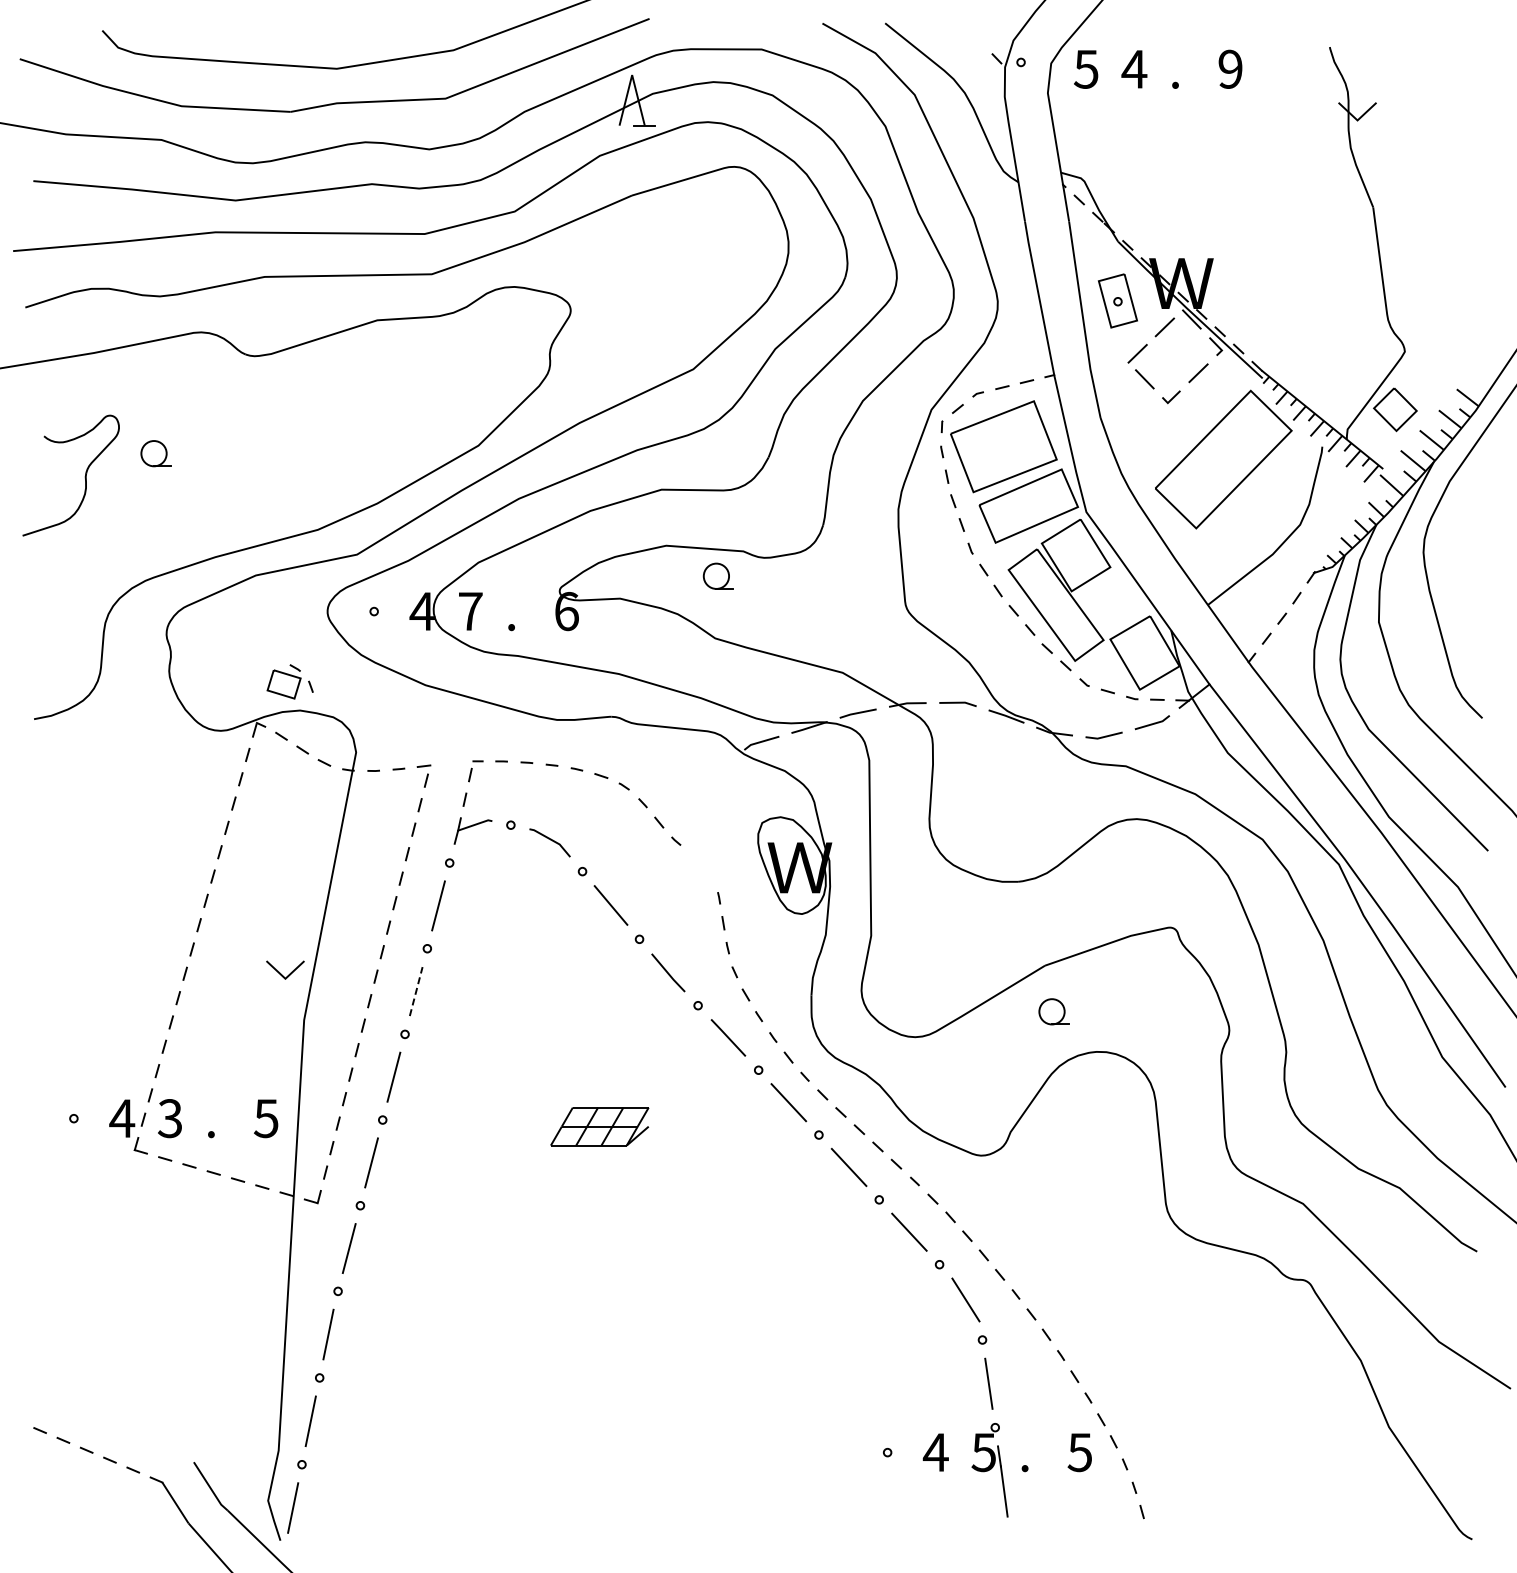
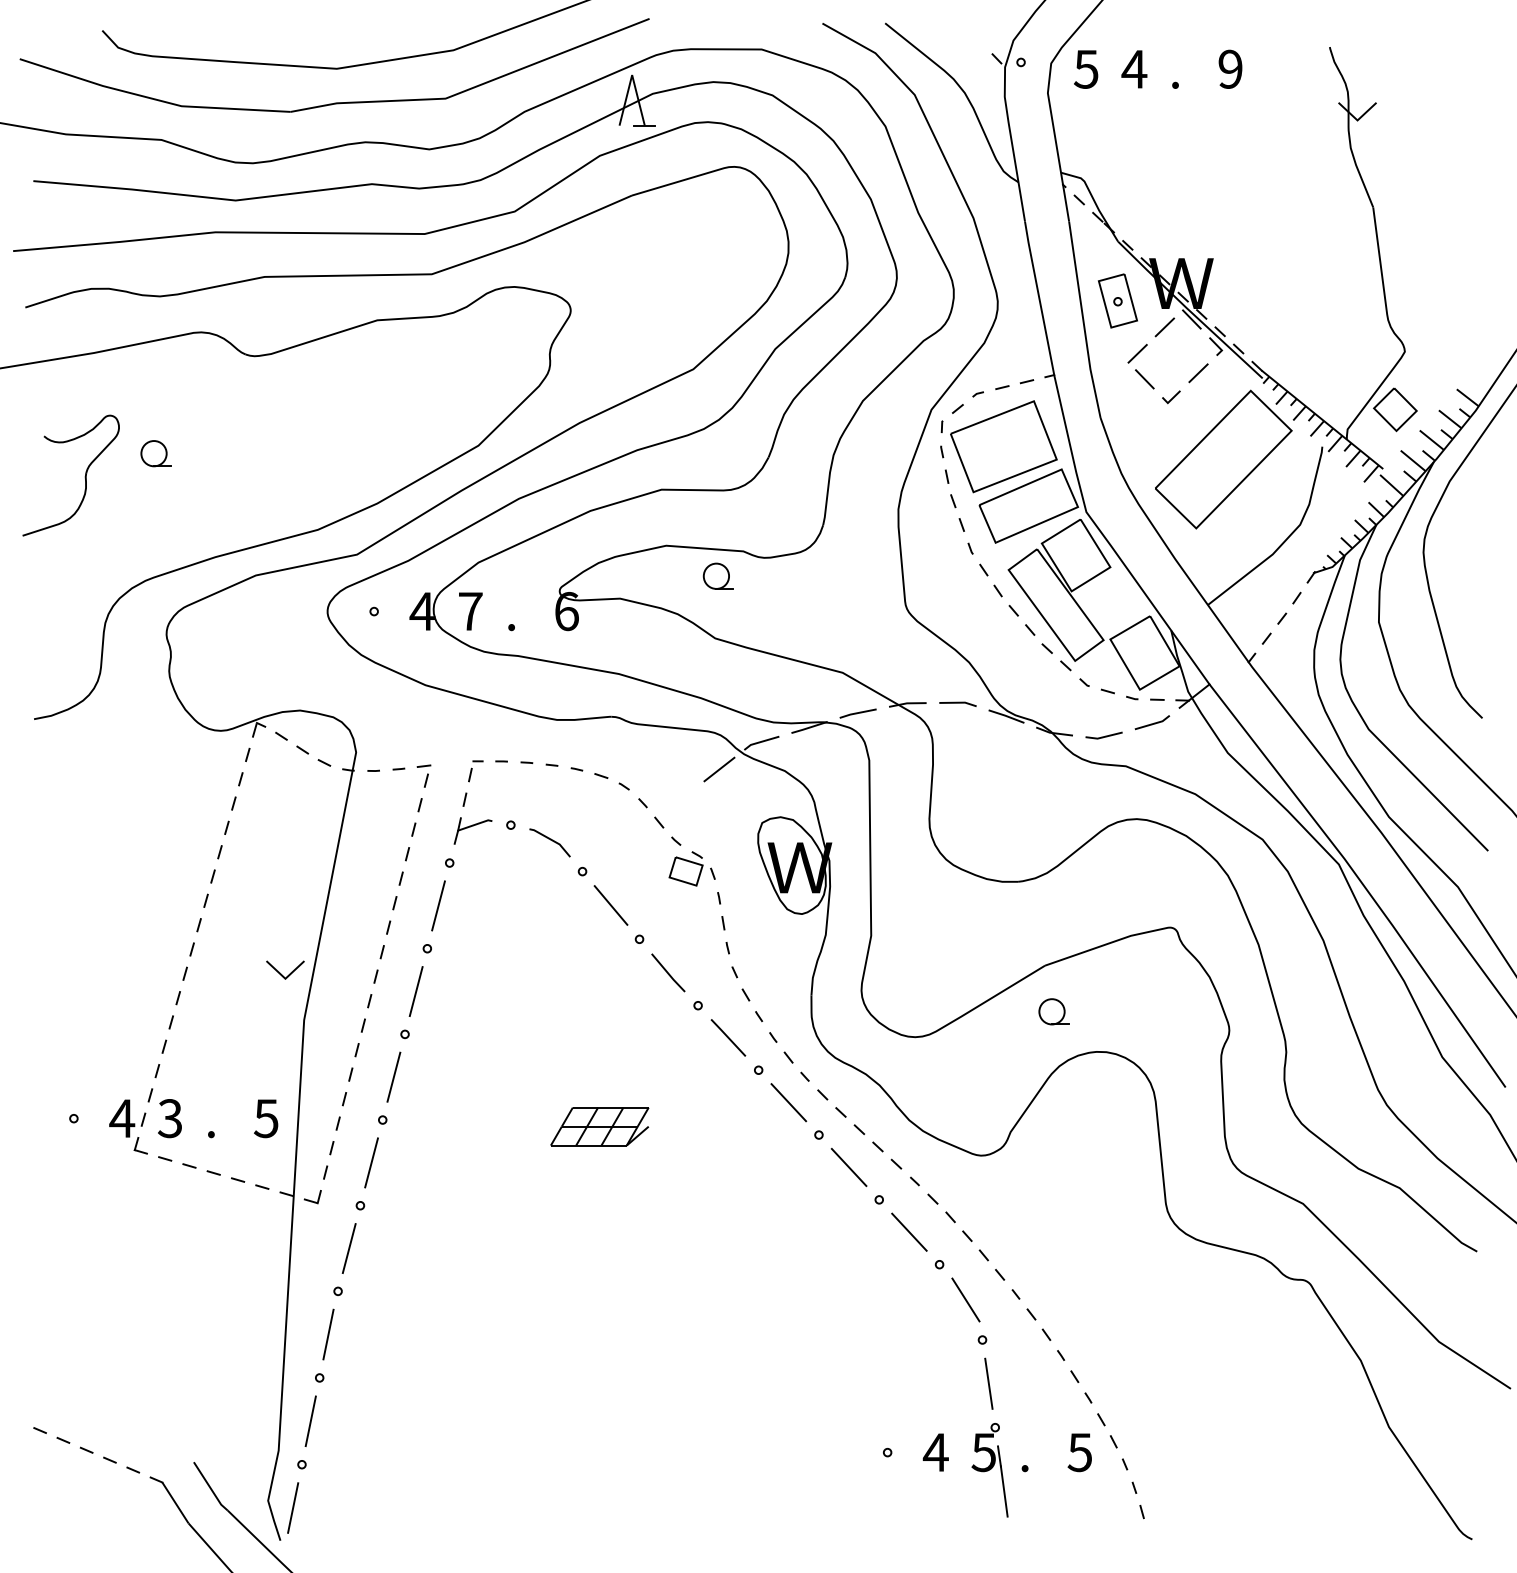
part at (289, 681) position: (289, 681) -> (691, 868)
line at (719, 769): none -> present
line at (416, 991): dashed -> solid
